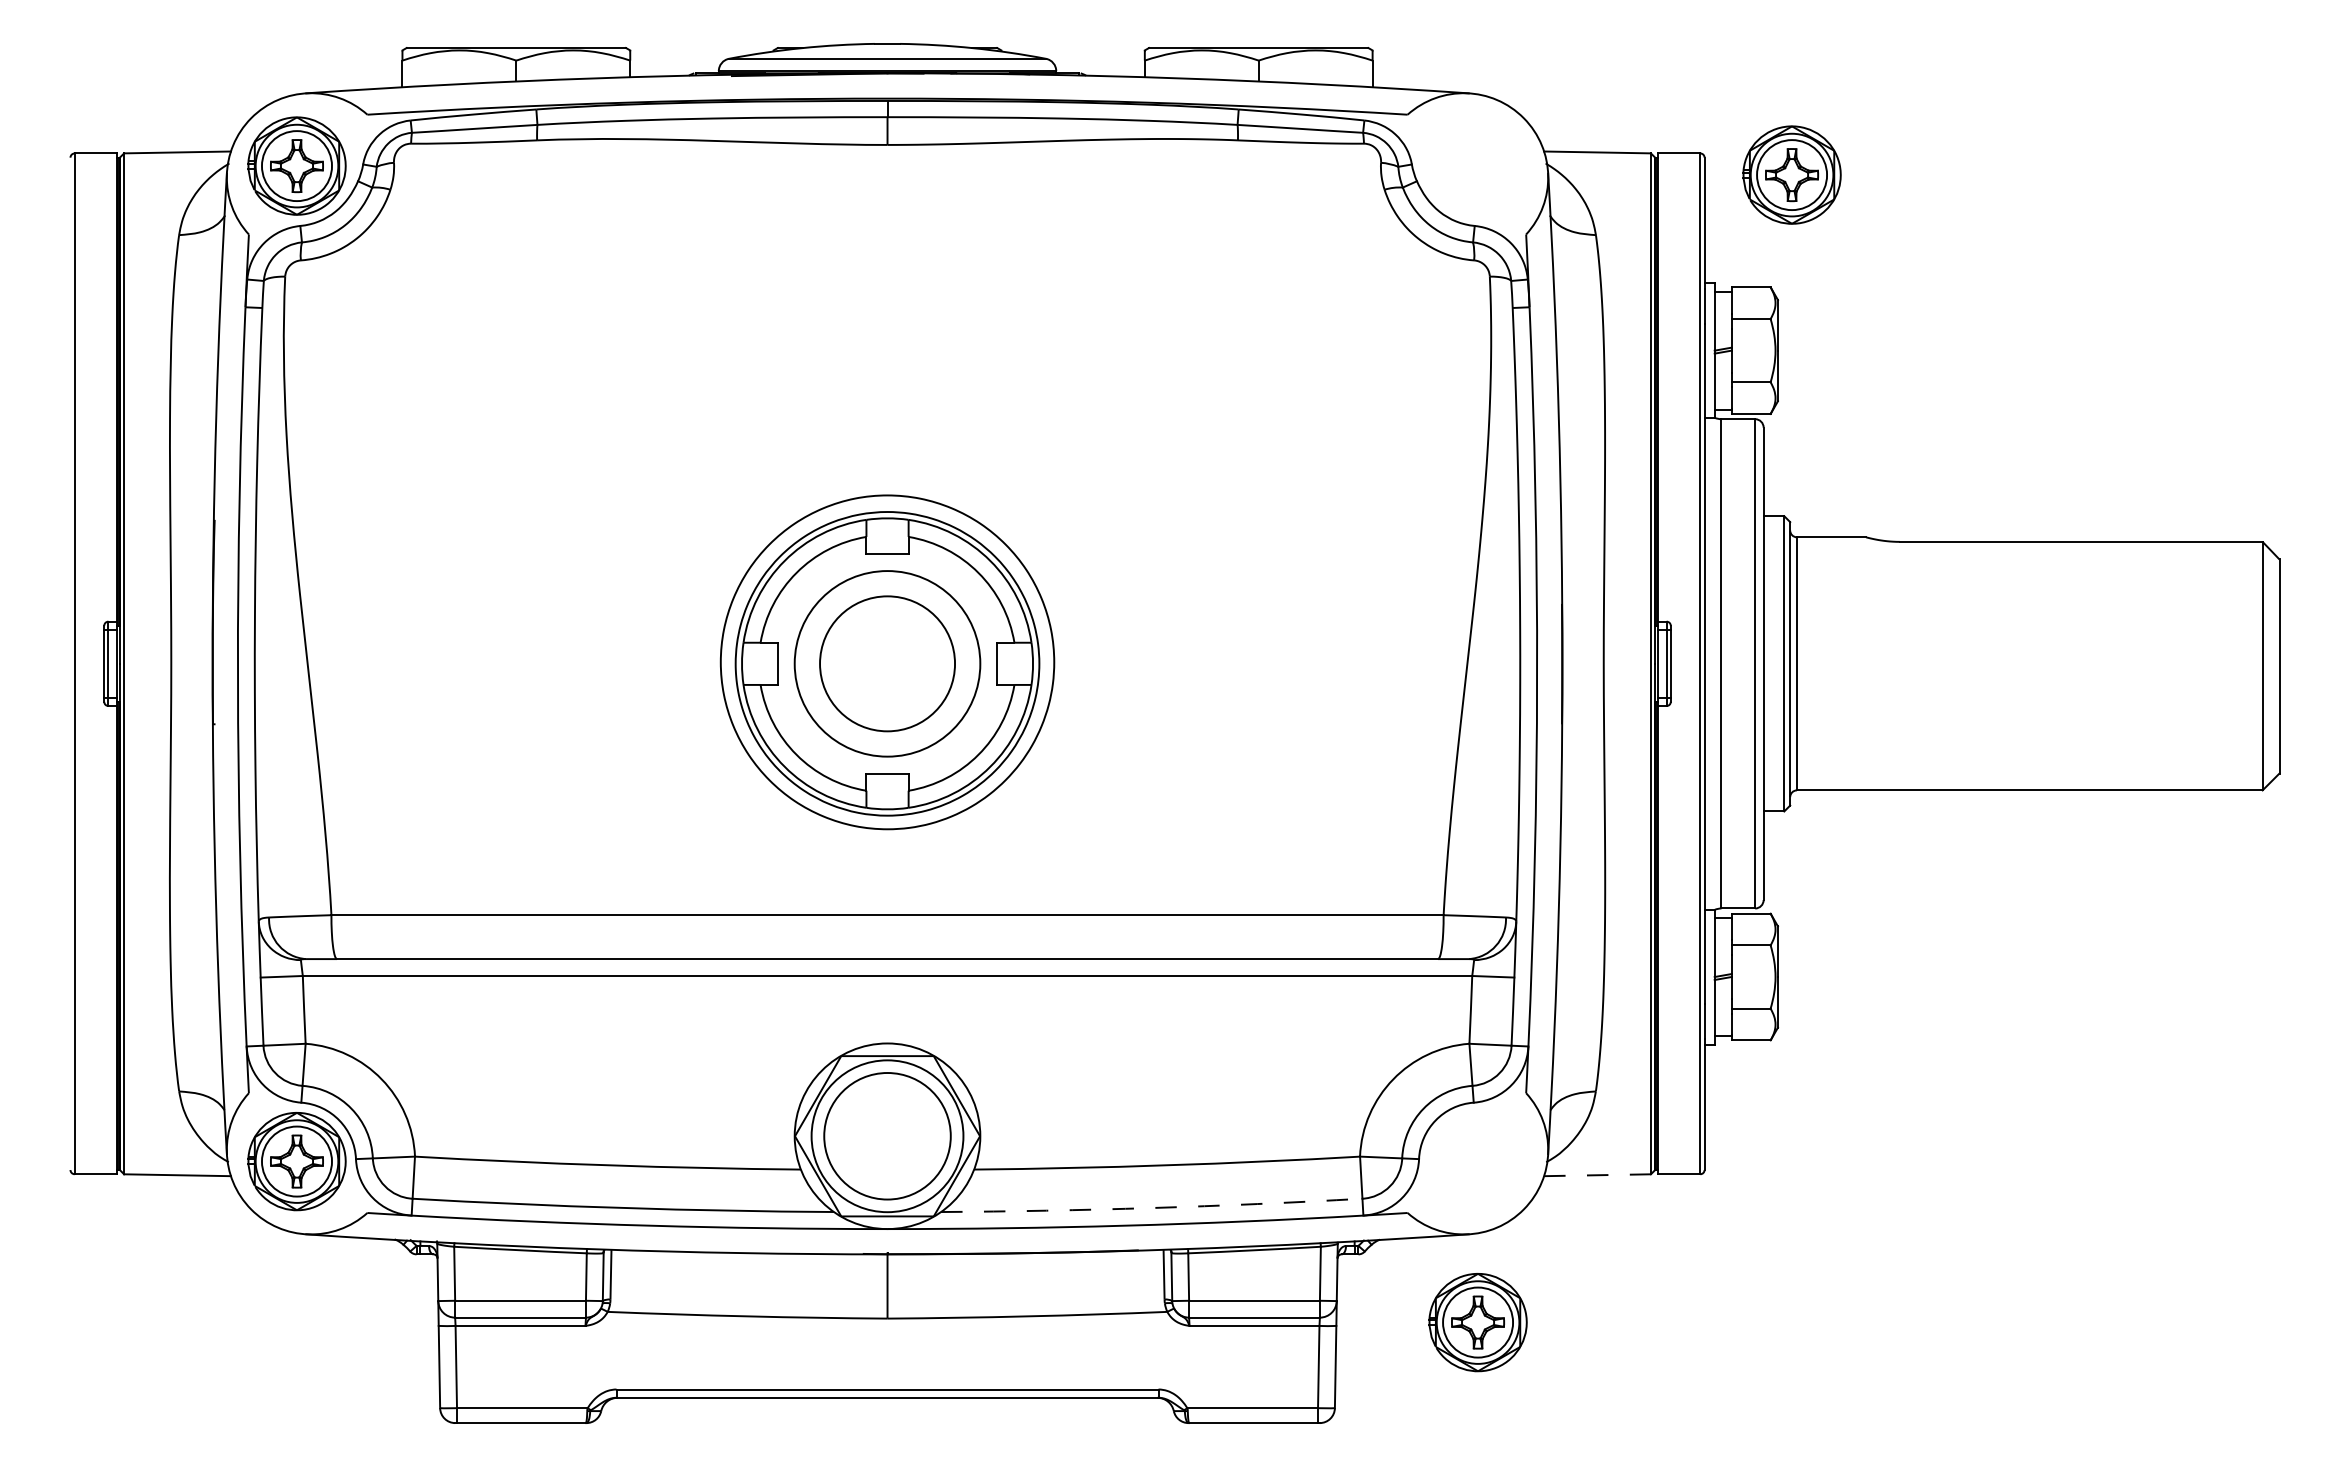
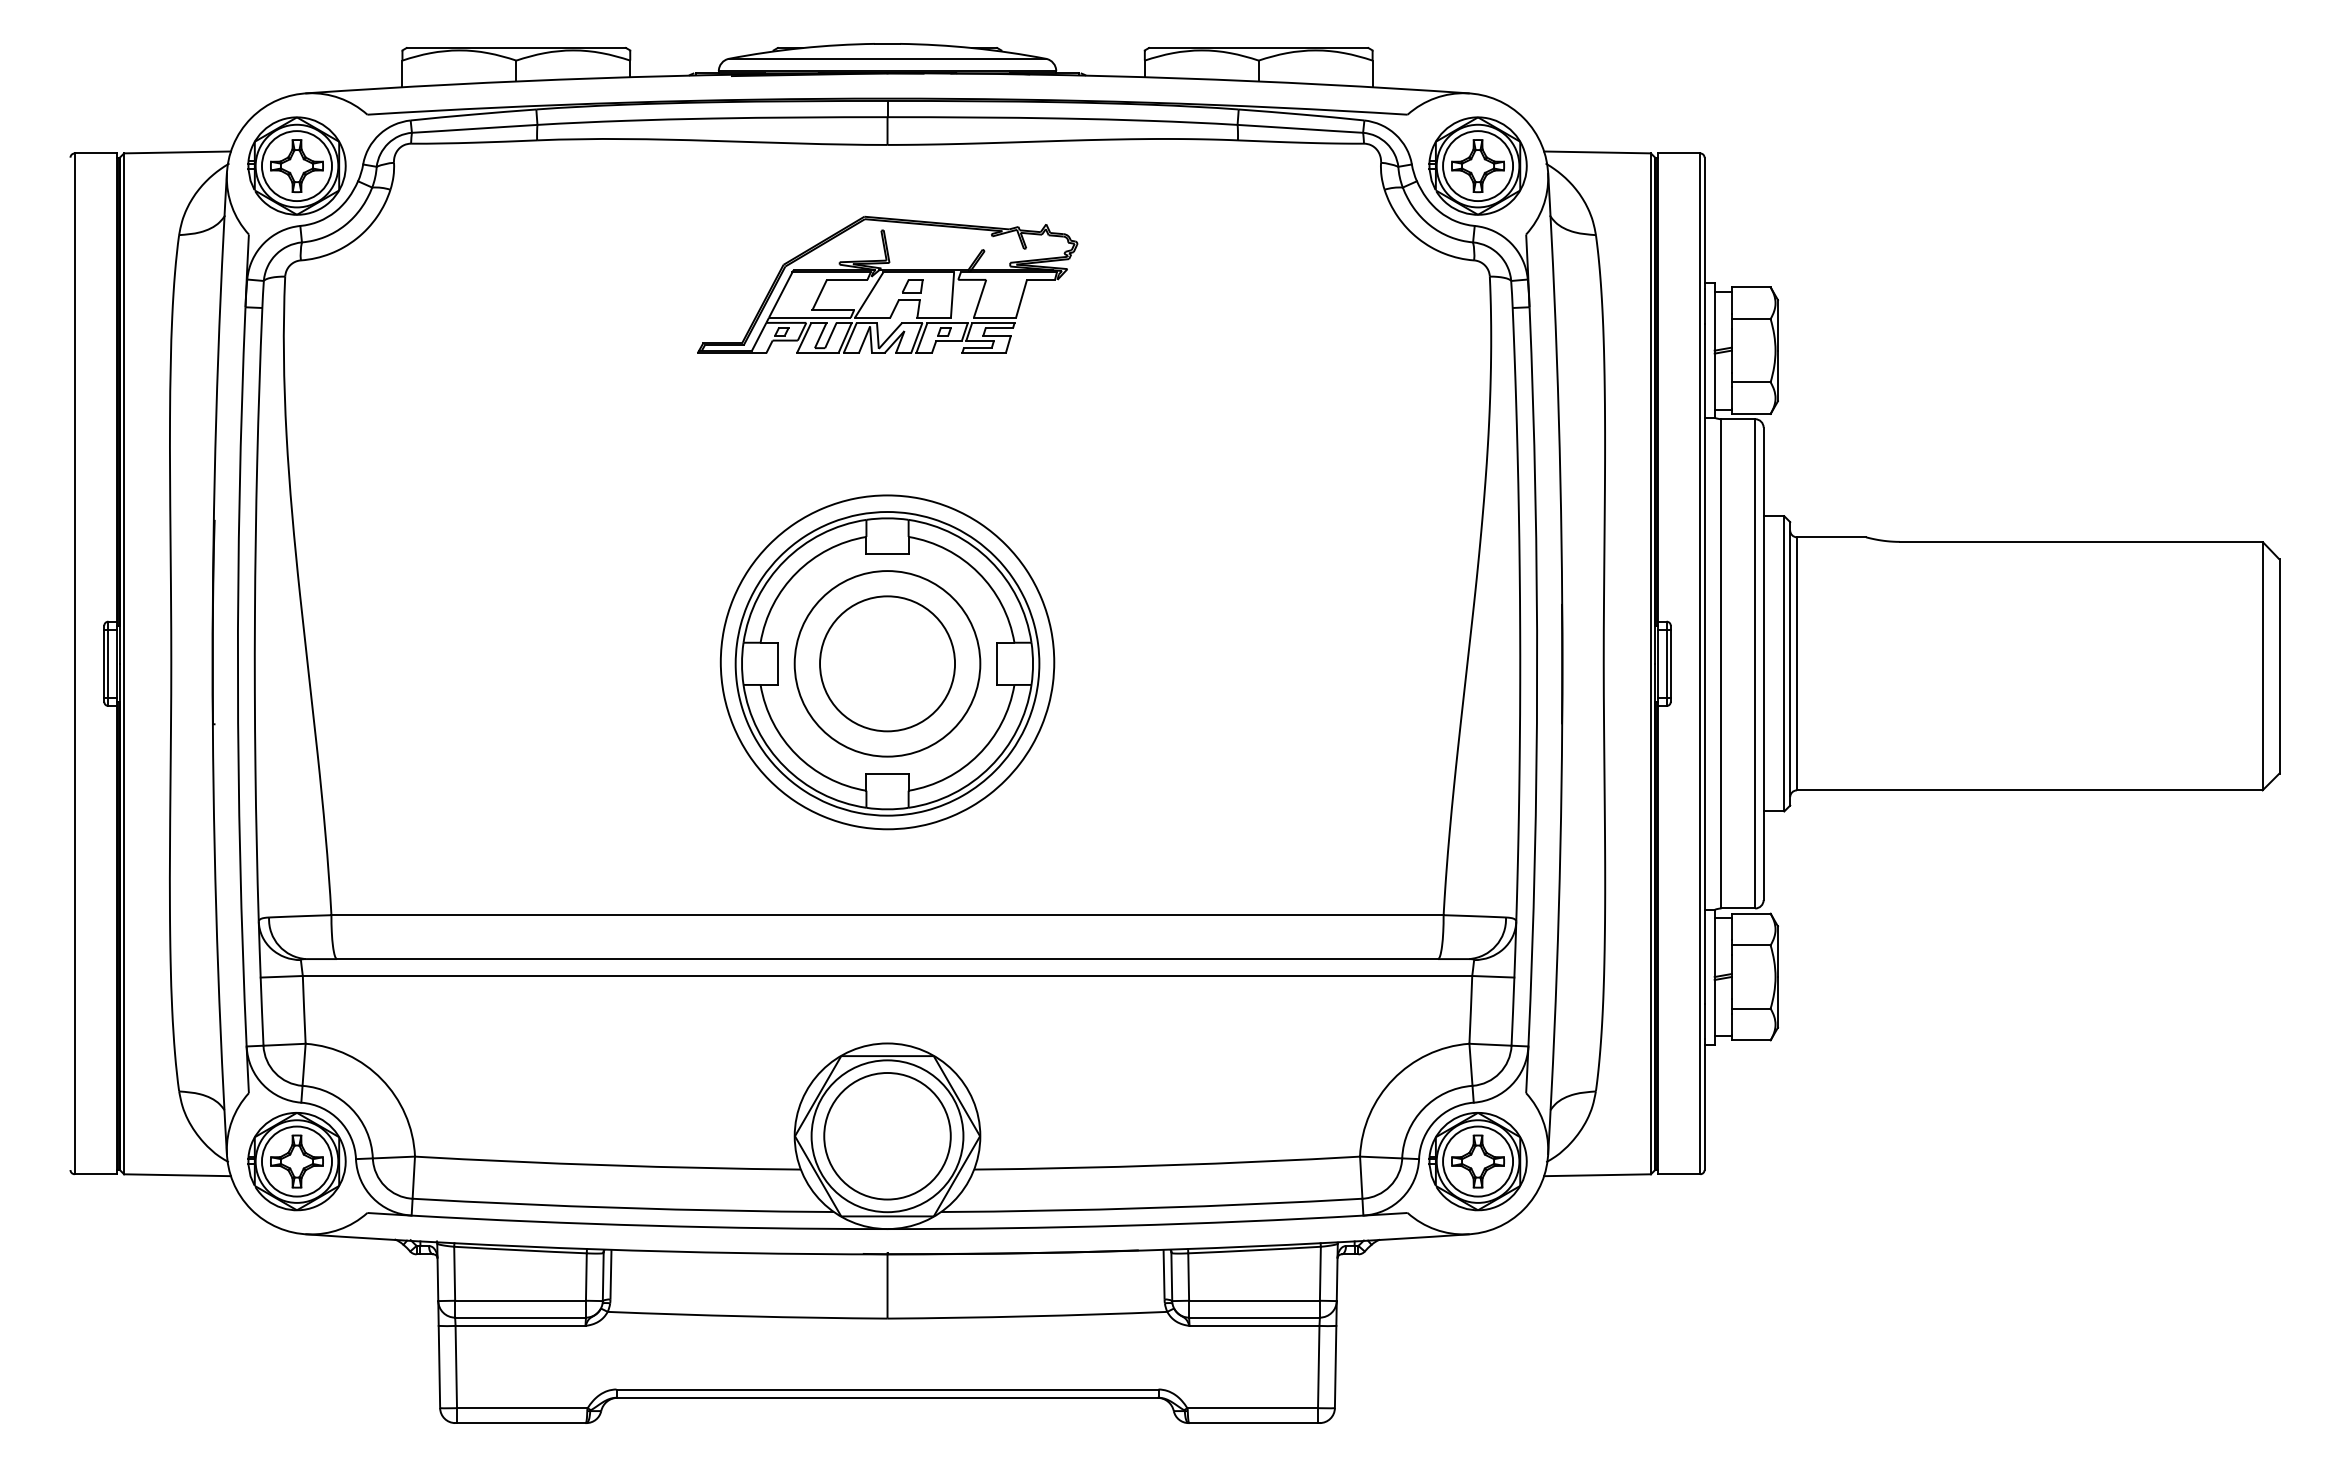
part at (1791, 174) position: (1791, 174) -> (1477, 165)
part at (887, 284): none -> present
line at (1598, 1175): dashed -> solid
arc at (1151, 1208): dashed -> solid
part at (1477, 1322) position: (1477, 1322) -> (1477, 1161)
